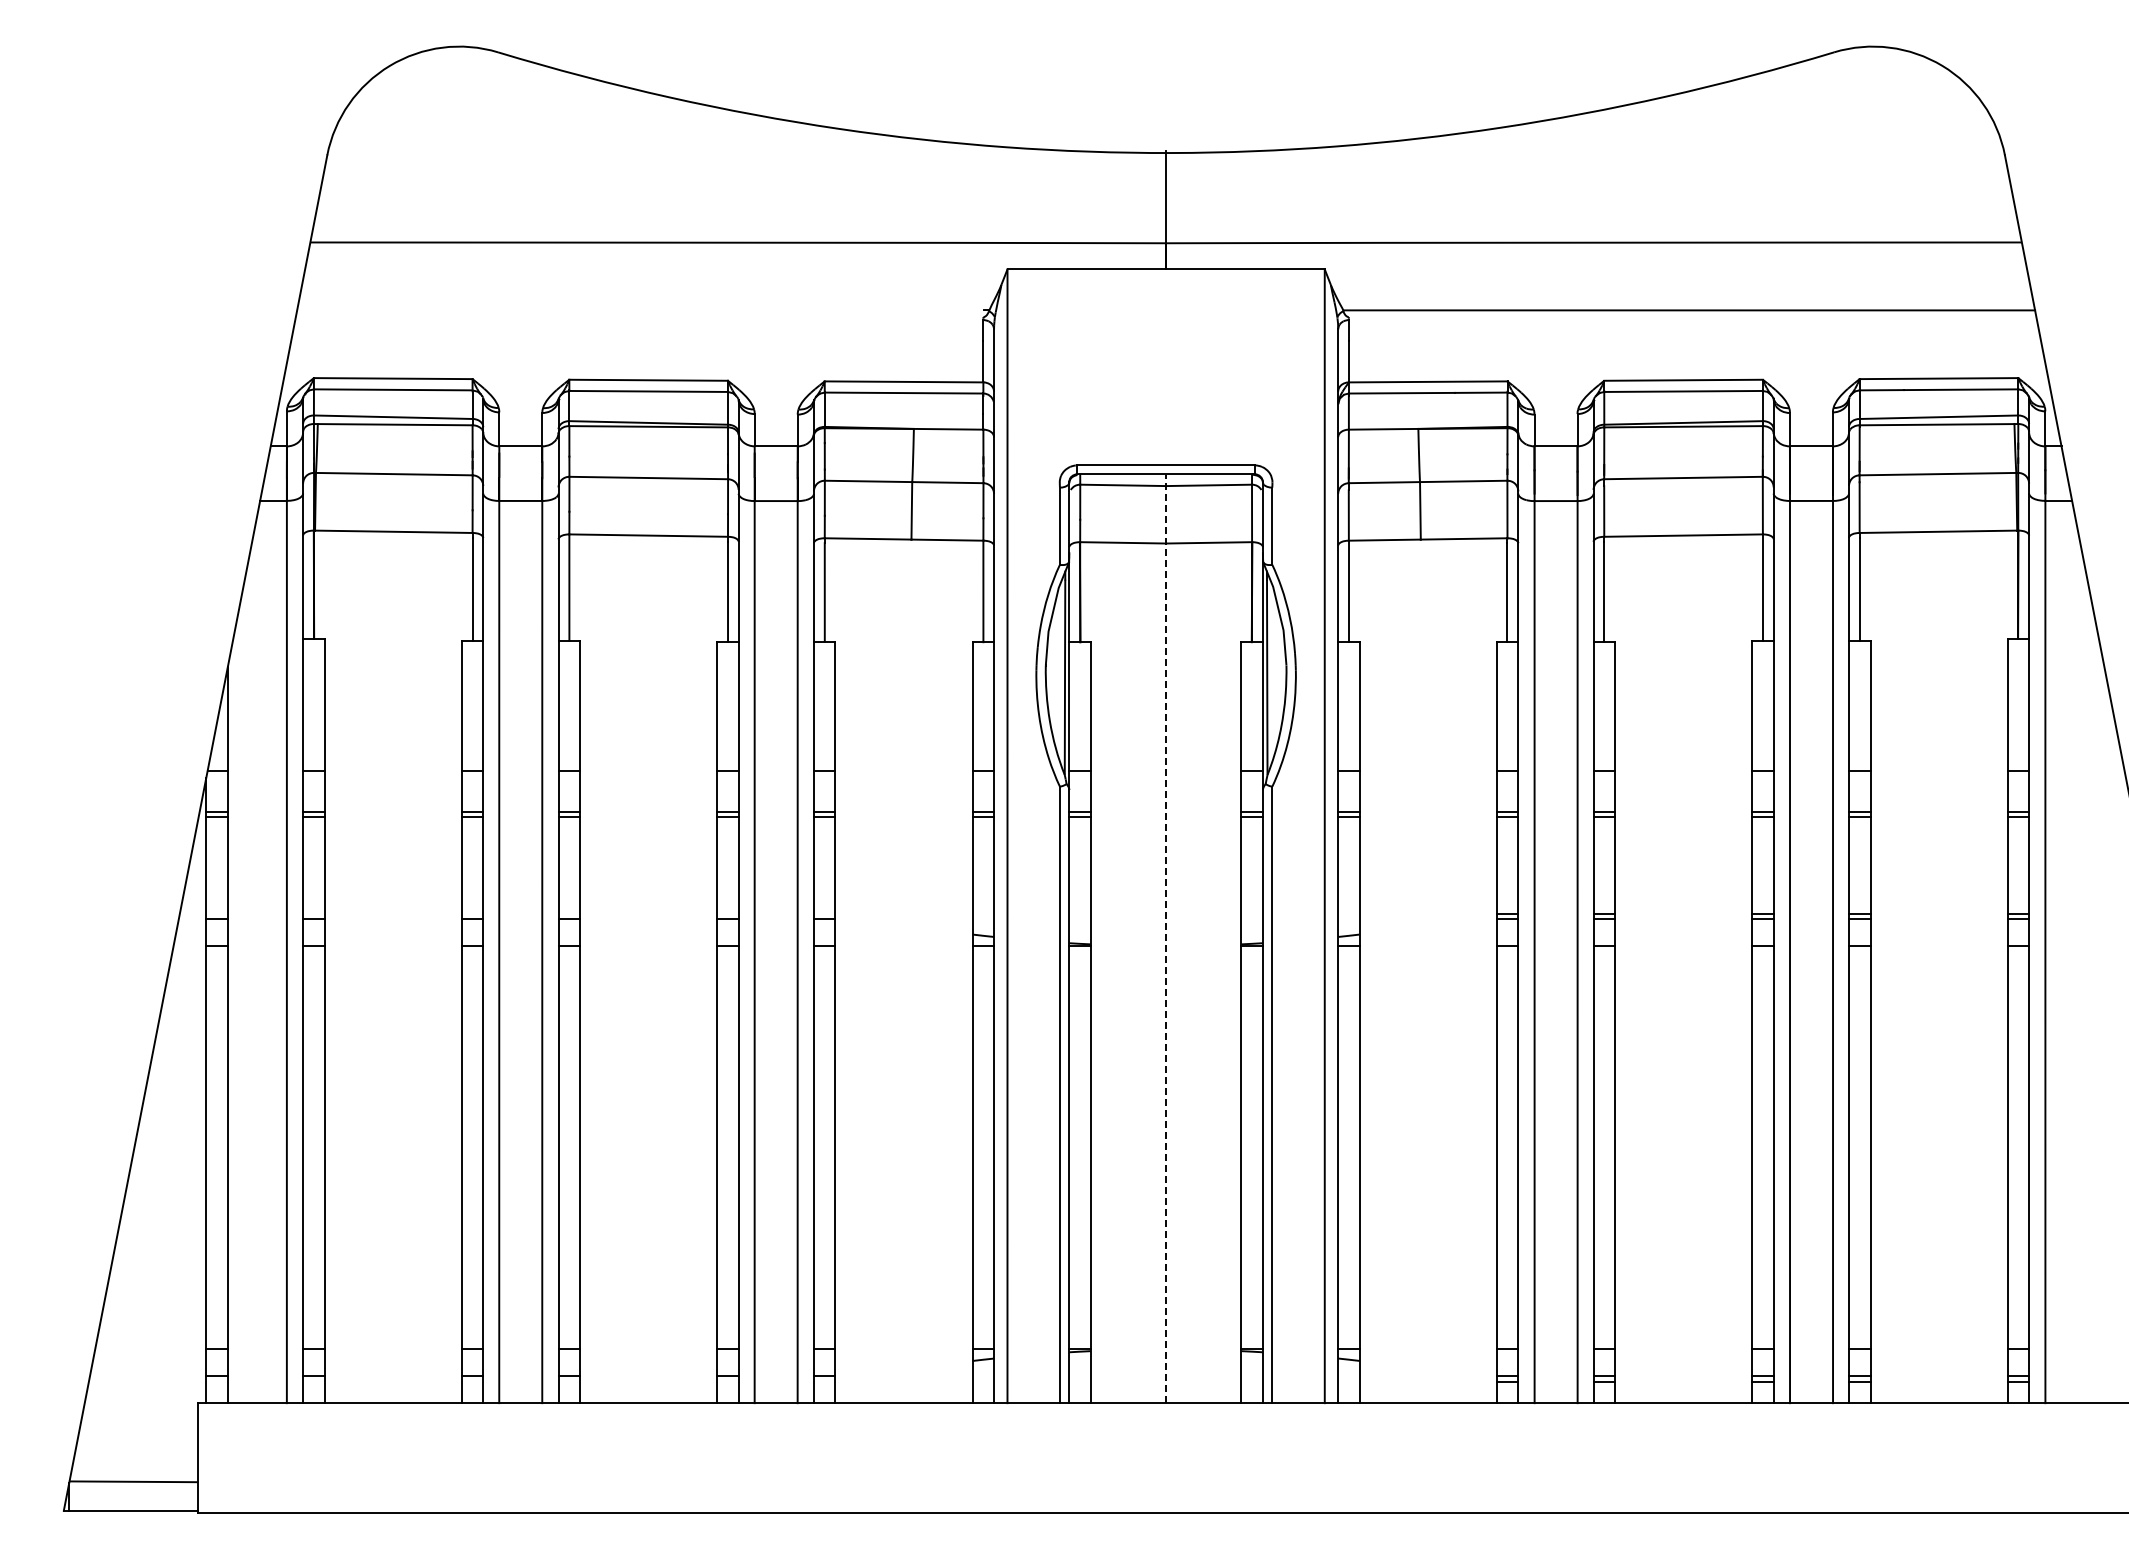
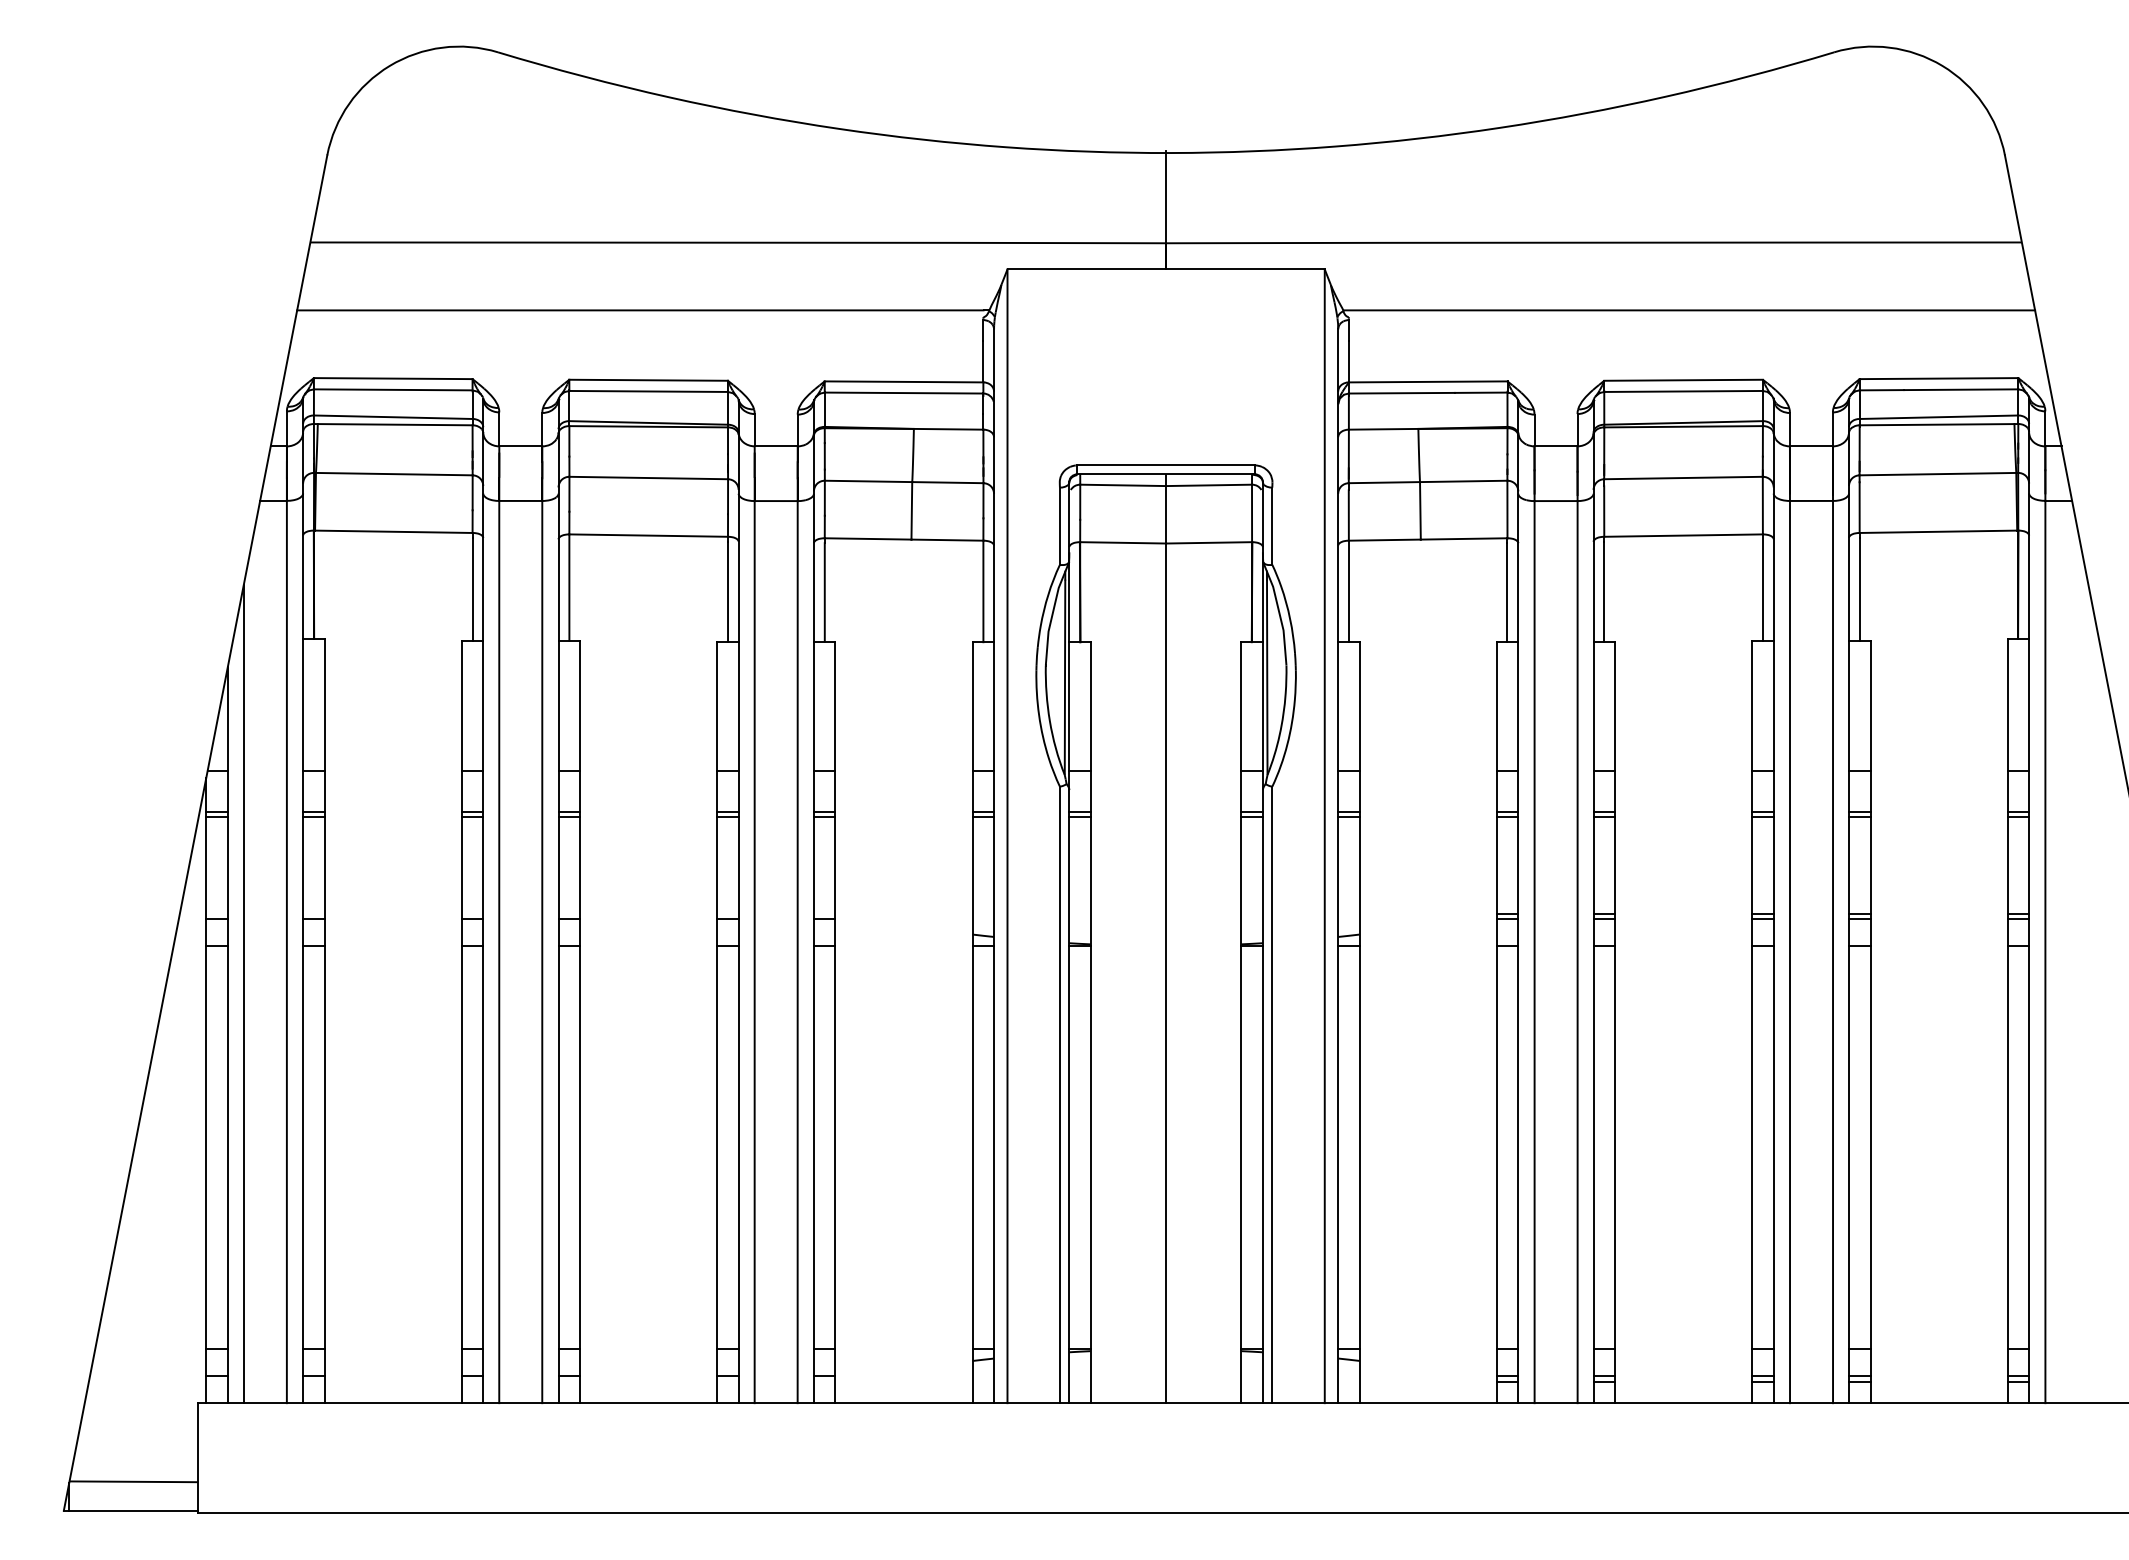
line at (640, 310): none -> present
line at (1166, 938): dashed -> solid
line at (243, 993): none -> present
